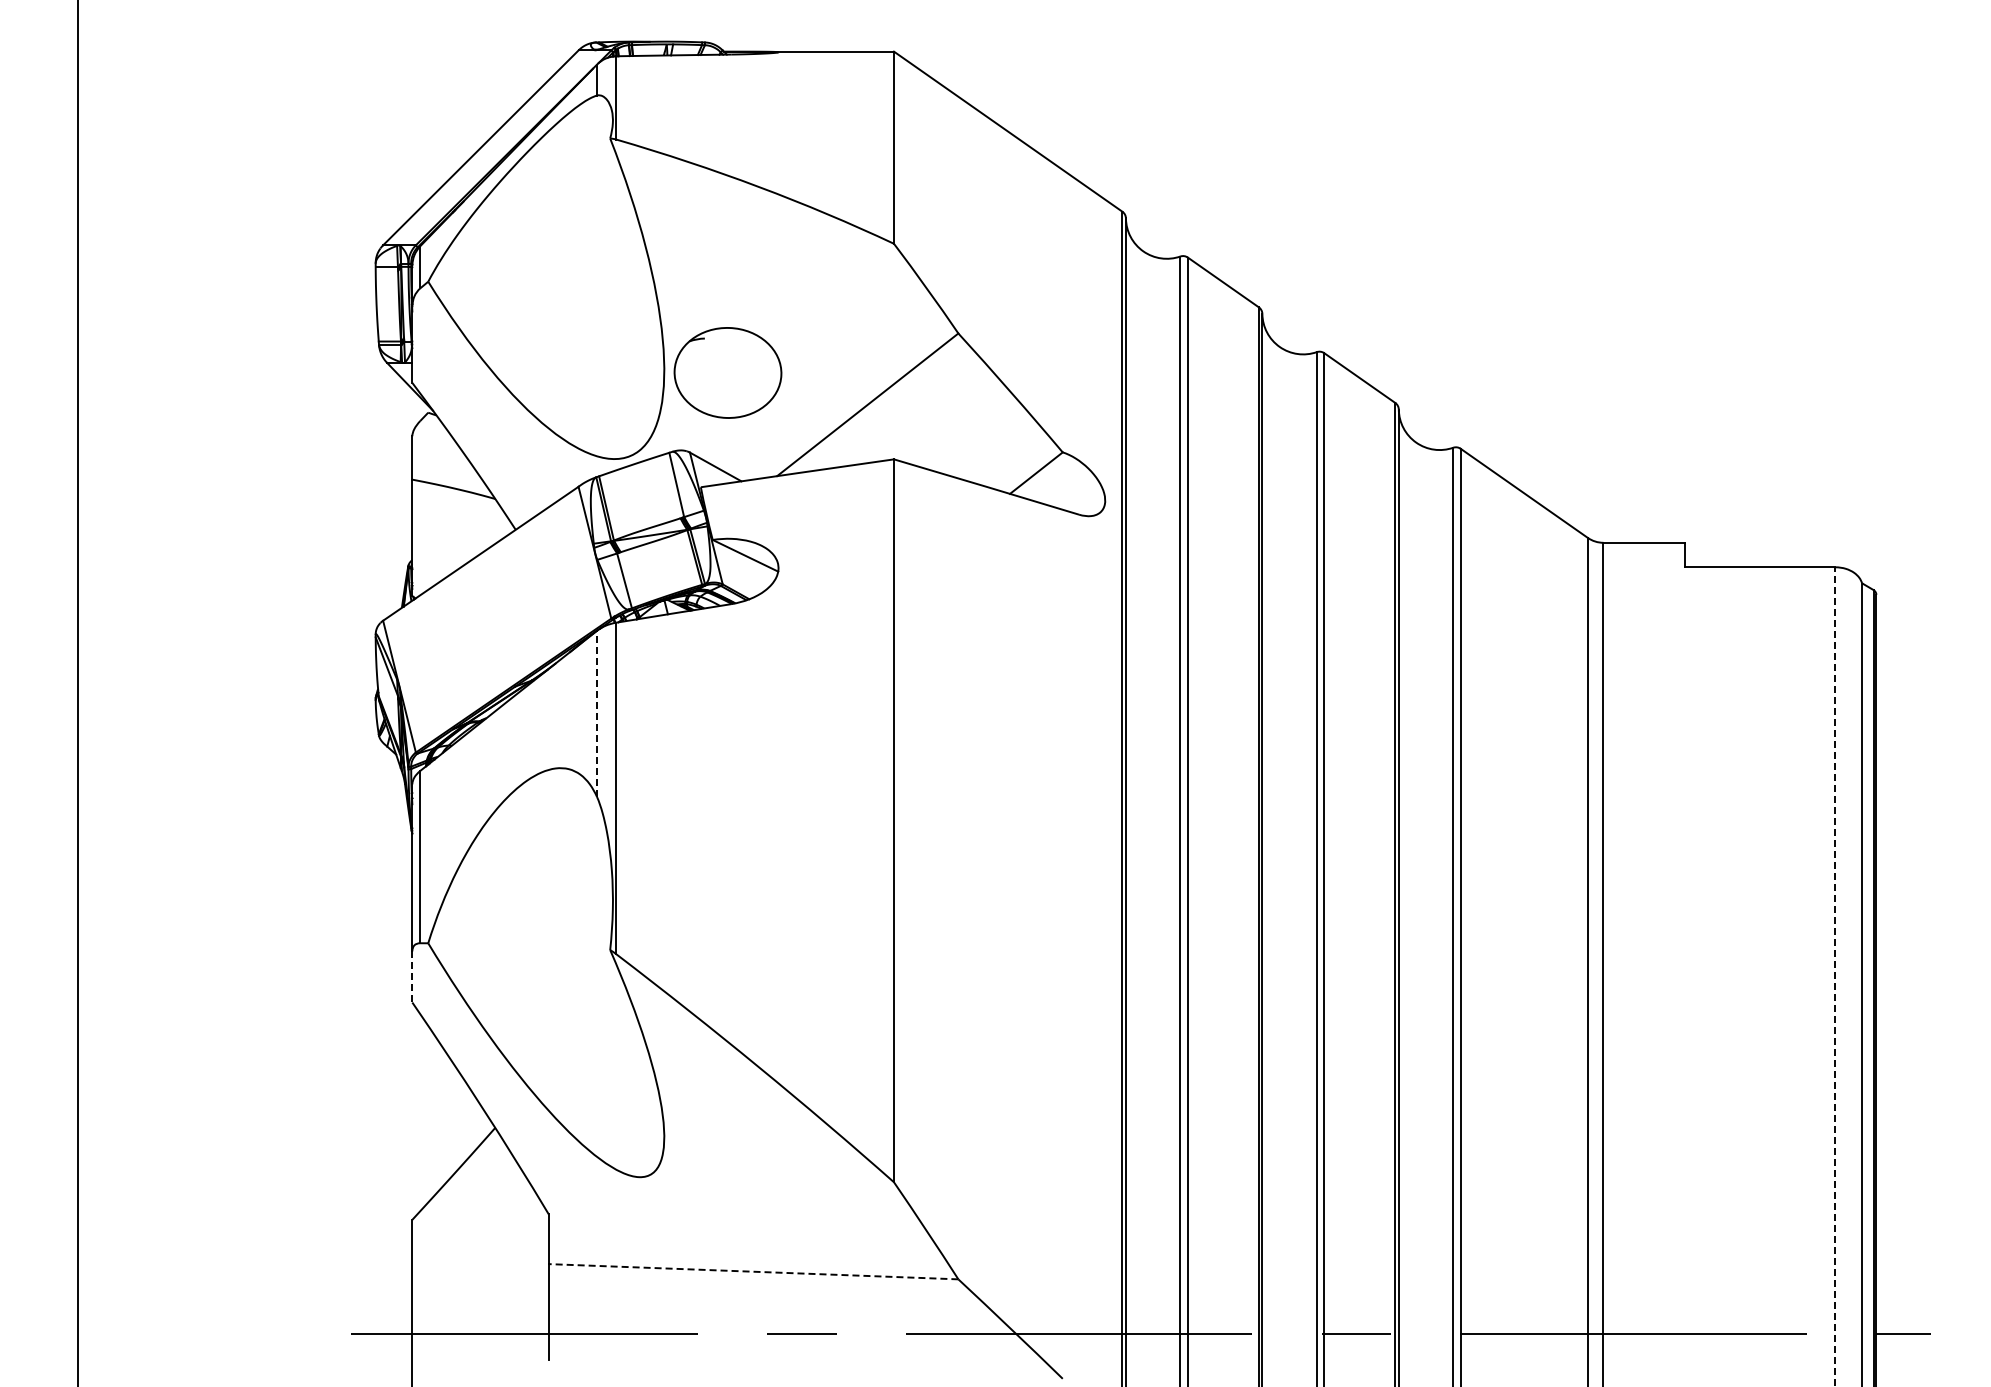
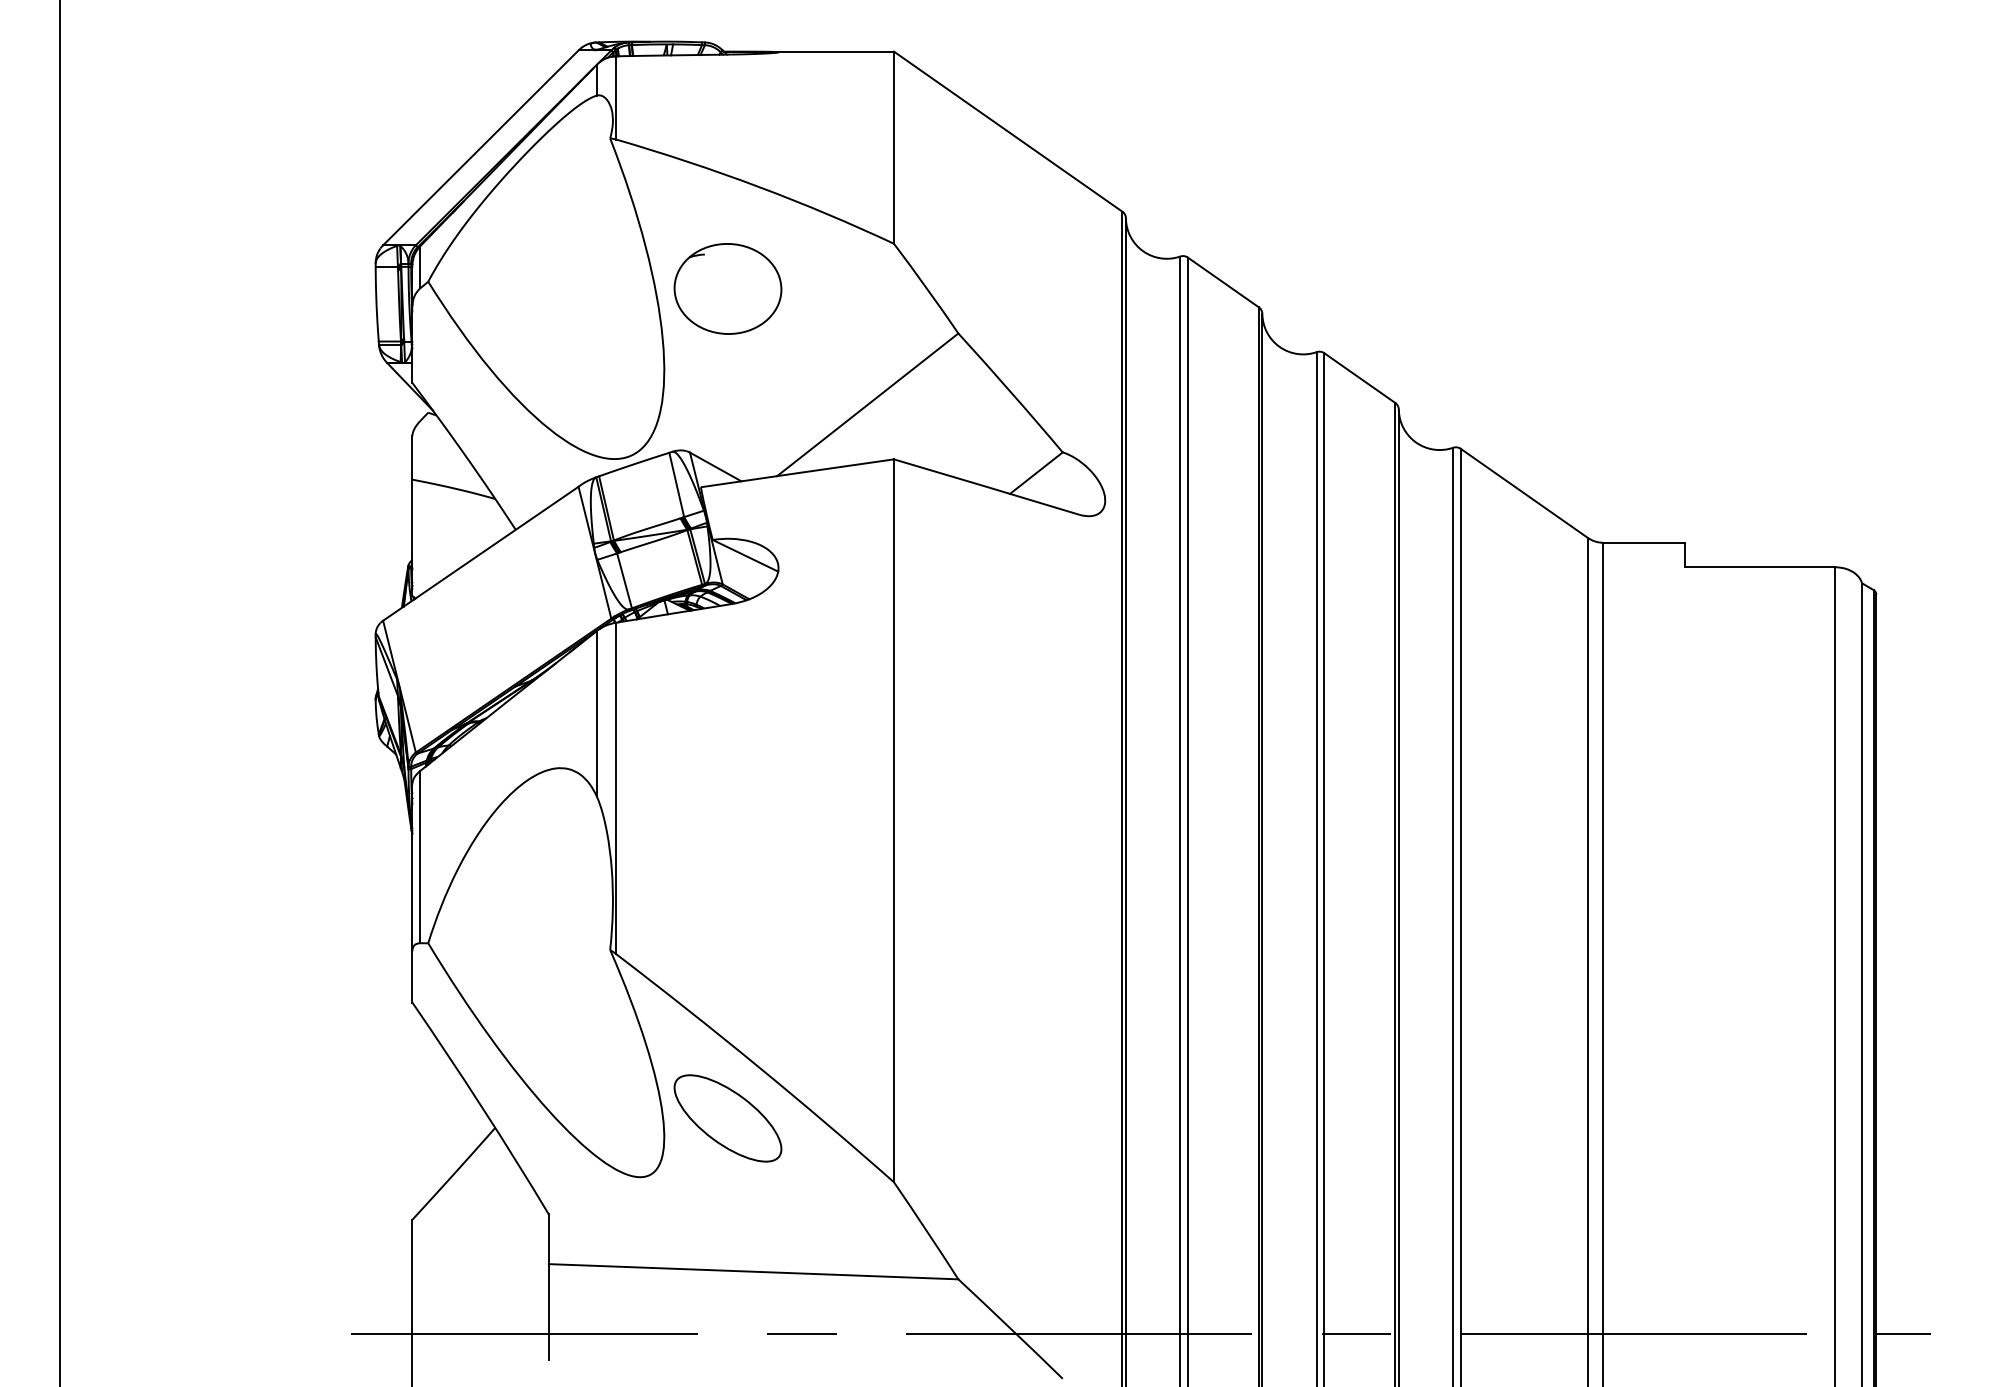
part at (727, 372) position: (727, 372) -> (727, 288)
line at (77, 692) position: (77, 692) -> (59, 692)
line at (597, 713): dashed -> solid
line at (412, 976): dashed -> solid
line at (1835, 976): dashed -> solid
part at (727, 1118): none -> present
line at (753, 1271): dashed -> solid
